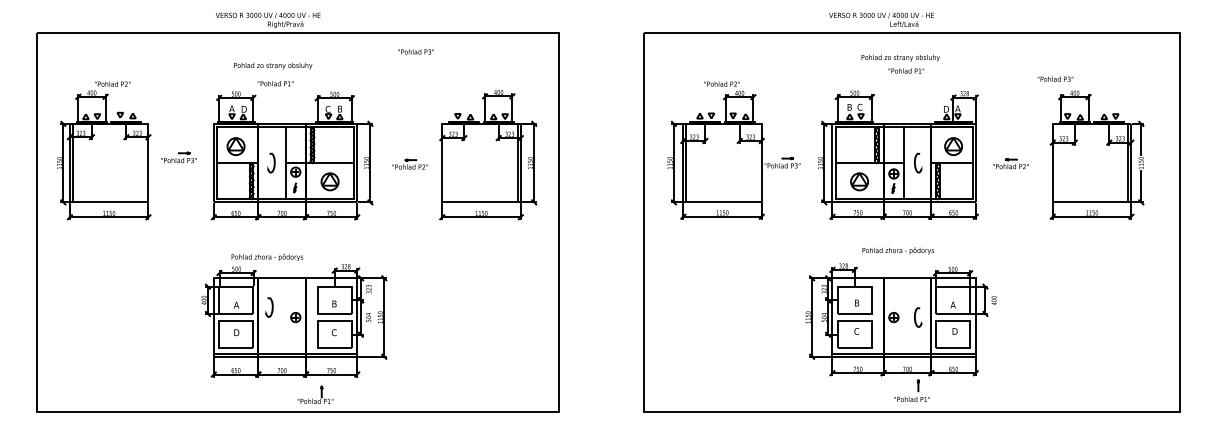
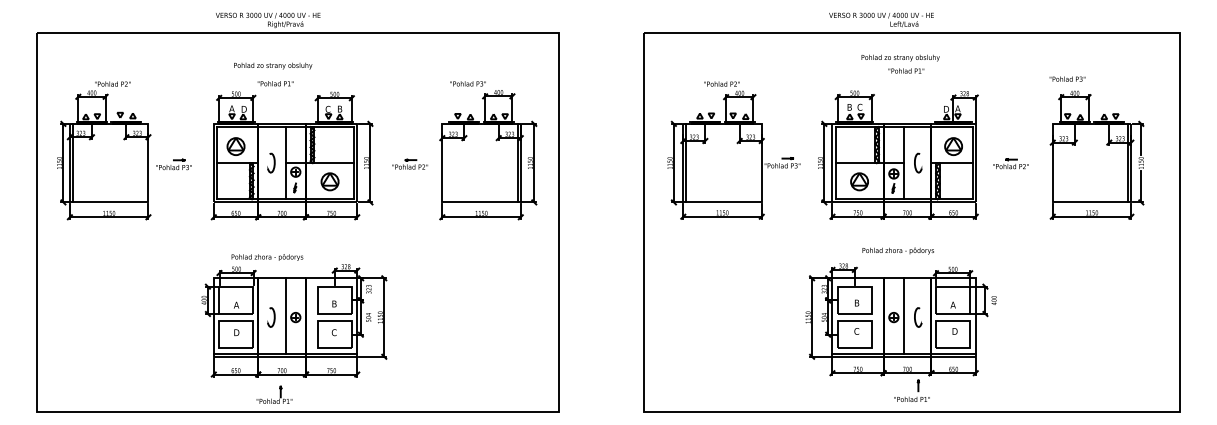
text at (415, 51) position: (415, 51) -> (467, 83)
text at (1055, 78) position: (1055, 78) -> (1067, 78)
part at (178, 157) position: (178, 157) -> (173, 164)
part at (269, 307) position: (269, 307) -> (271, 317)
line at (285, 315): none -> present
line at (904, 315): none -> present
part at (315, 394) position: (315, 394) -> (274, 394)
